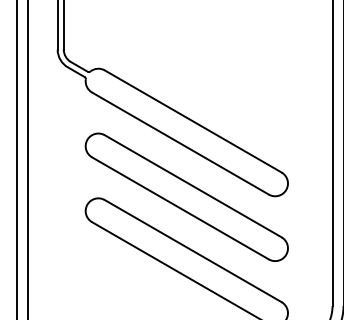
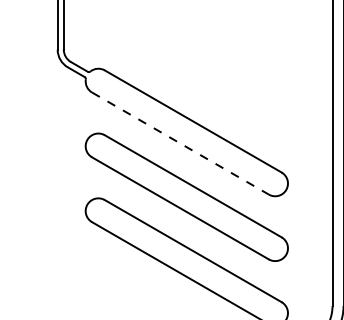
line at (180, 143): solid -> dashed
line at (16, 159): present -> none
line at (27, 159): present -> none
